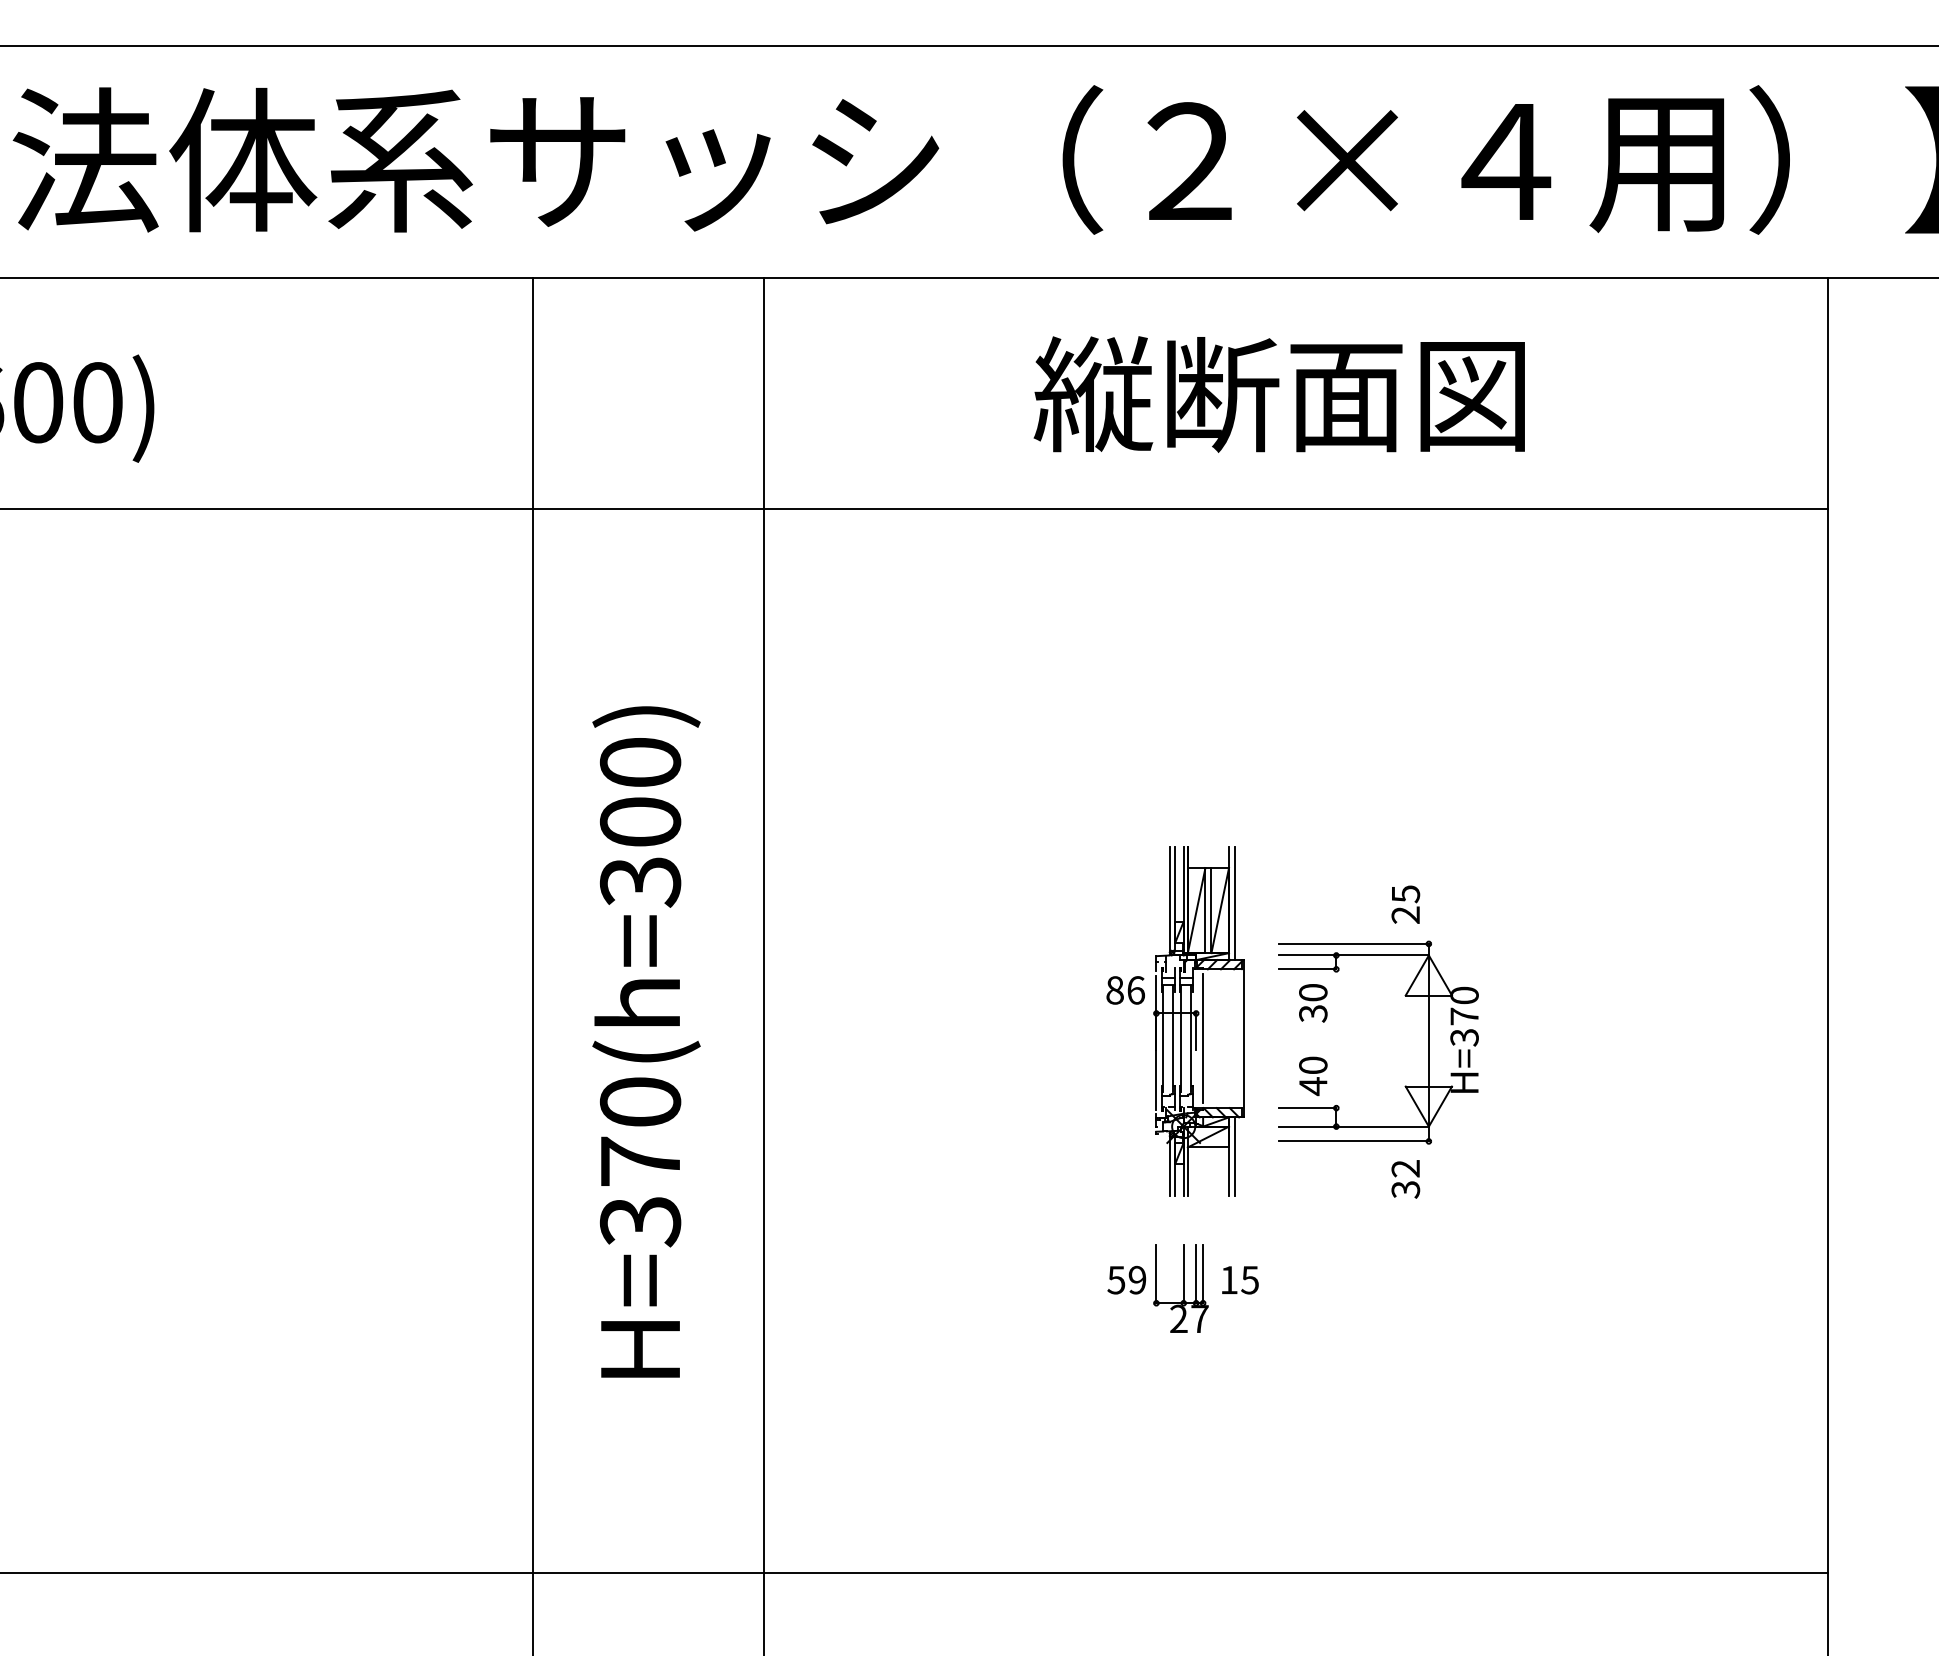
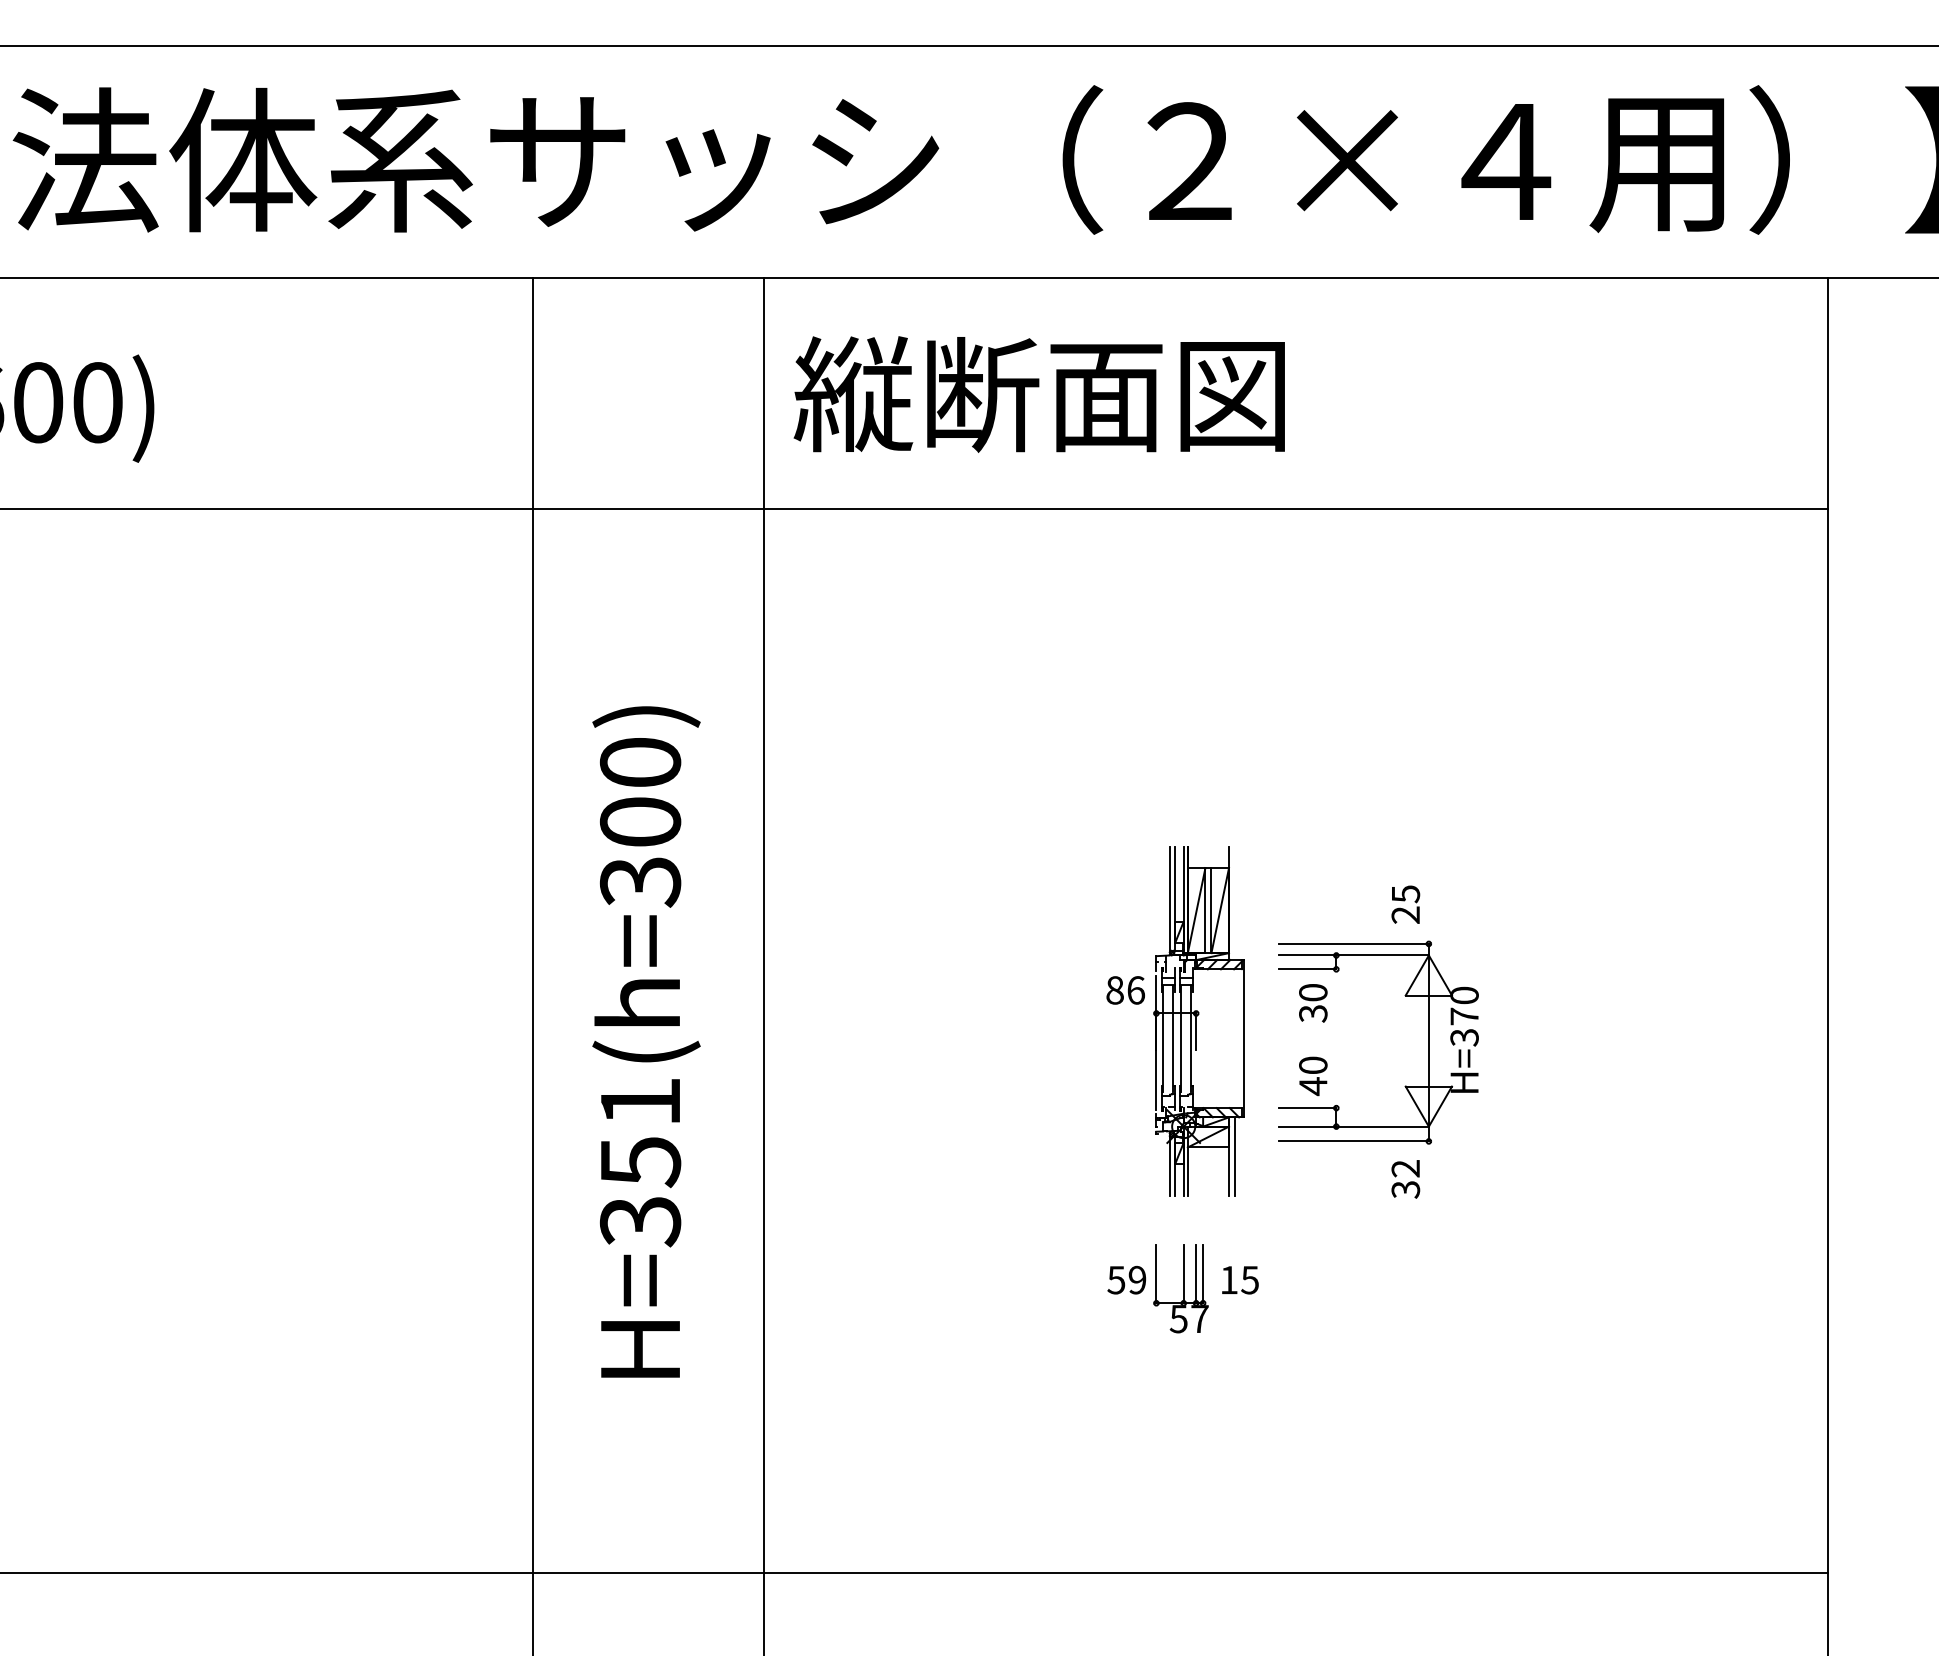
text at (1278, 394) position: (1278, 394) -> (1038, 394)
line at (1234, 903): present -> none
line at (1203, 1038): present -> none
text at (640, 1132): H=370(h=300) -> H=351(h=300)
text at (1178, 1318): 27 -> 57
